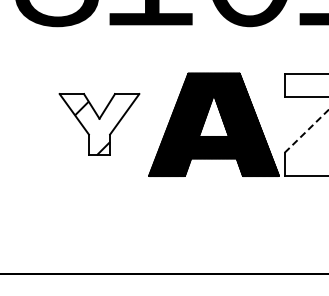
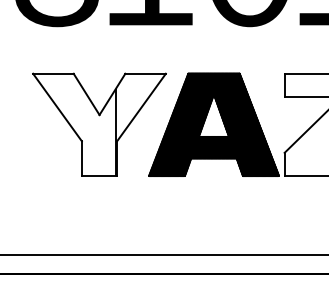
part at (99, 124) size: 83x63 px -> 135x105 px
line at (306, 131): dashed -> solid
line at (163, 254): none -> present
